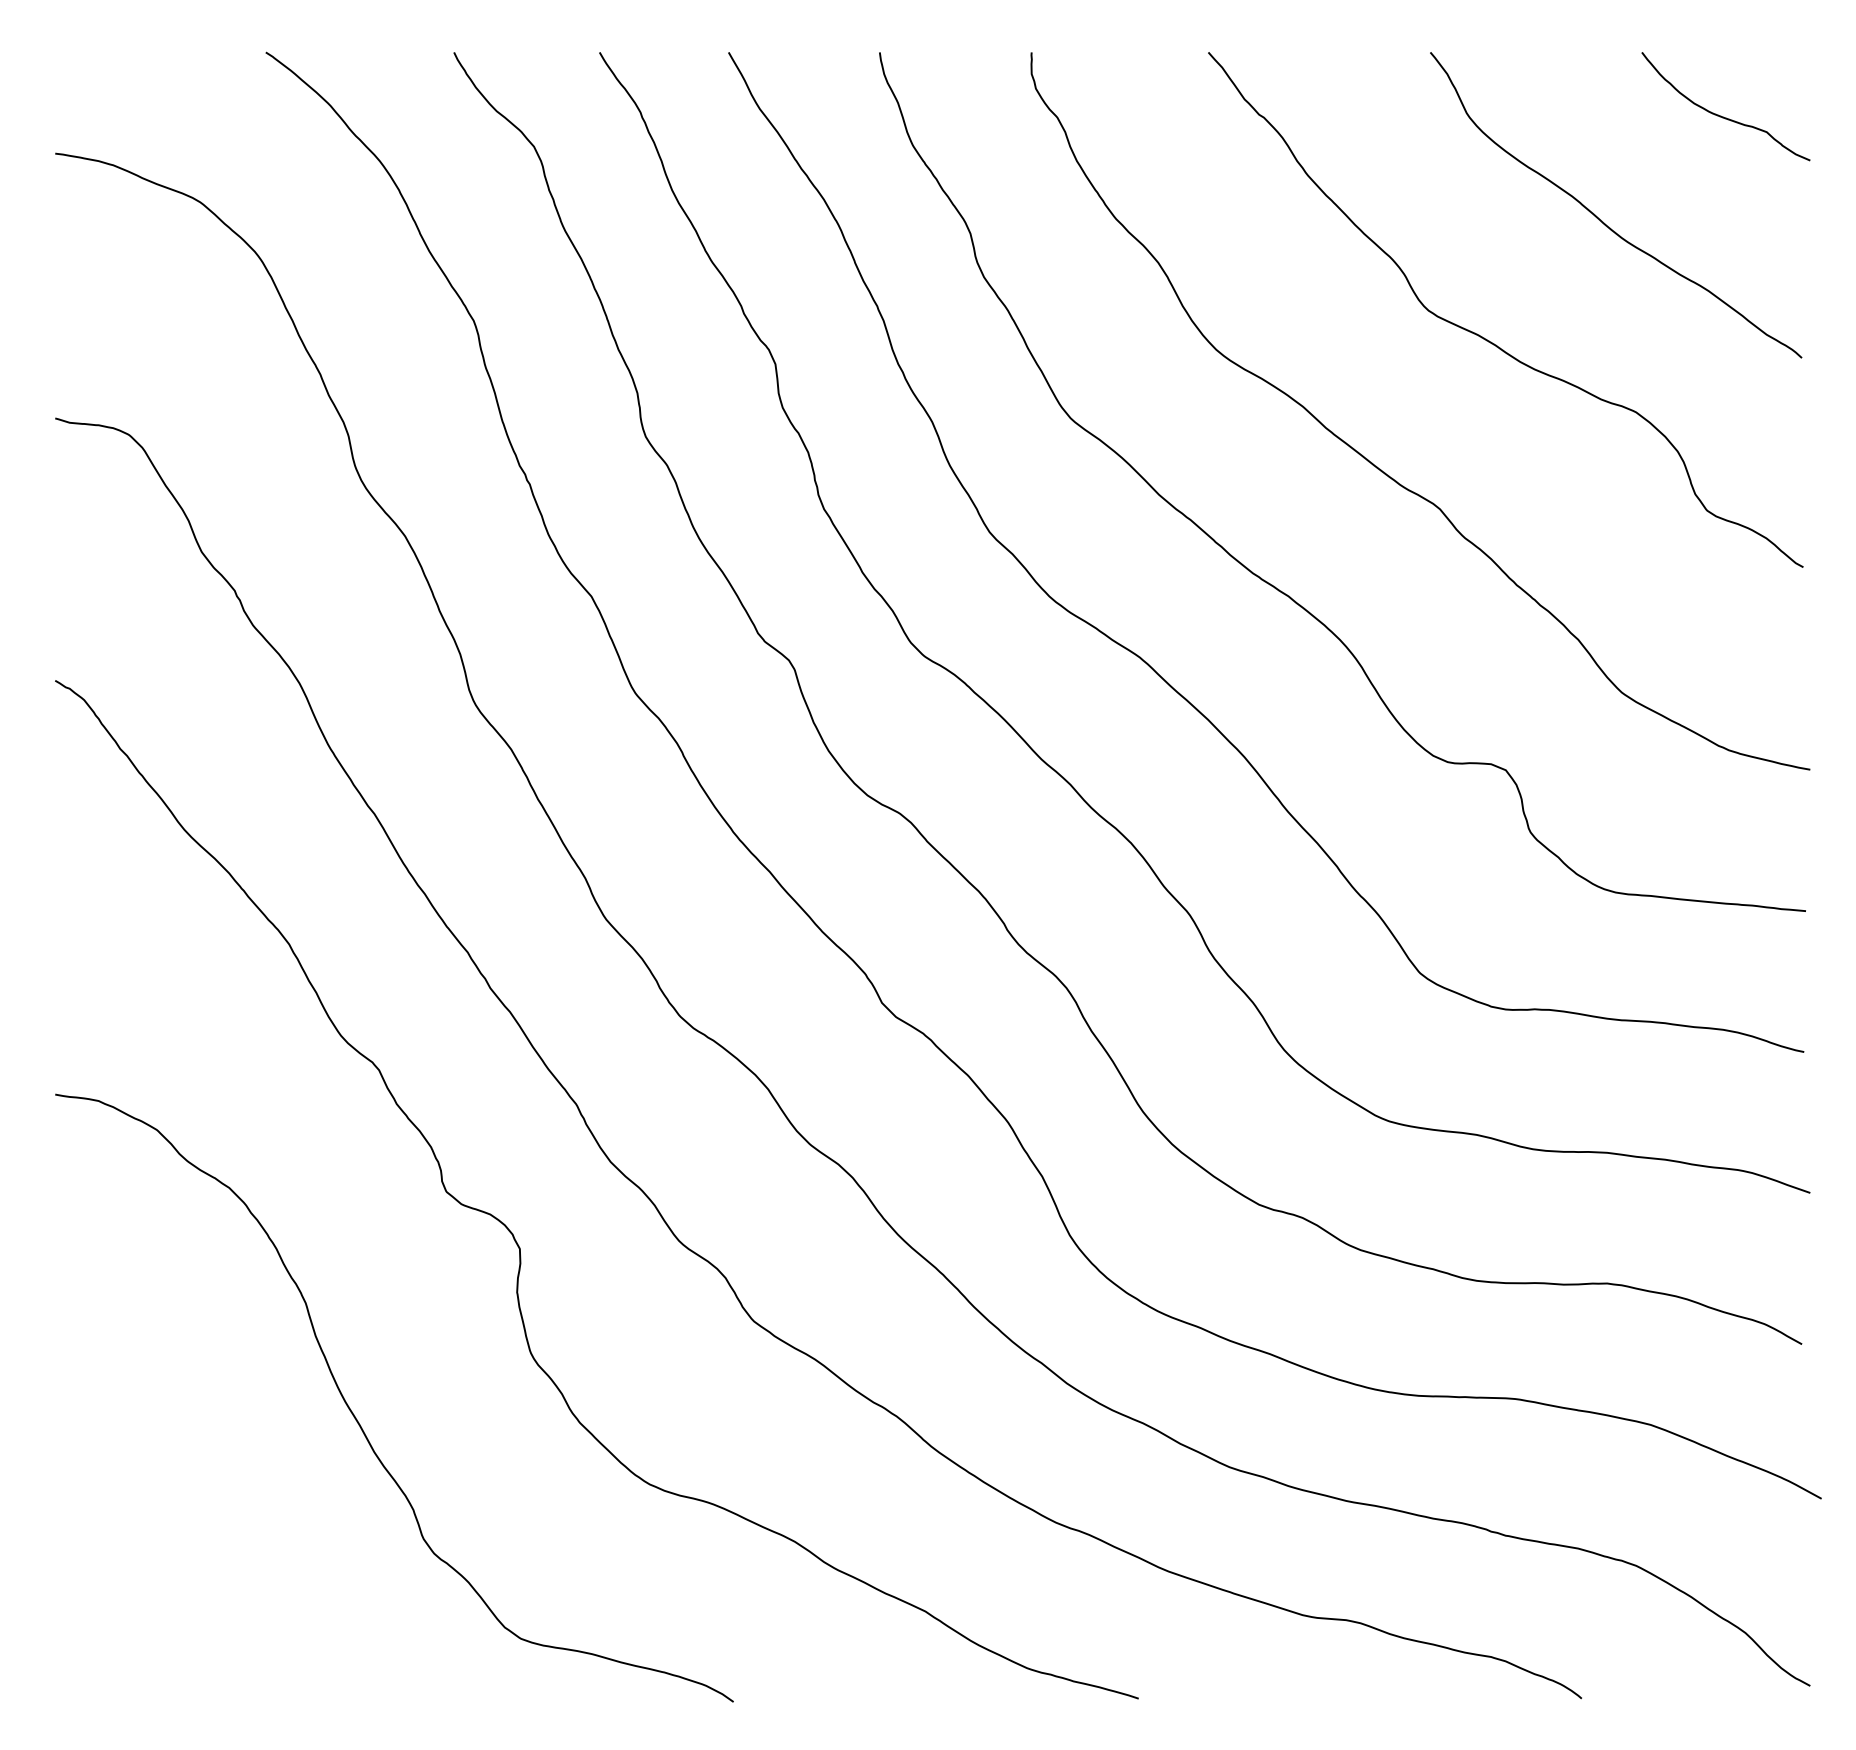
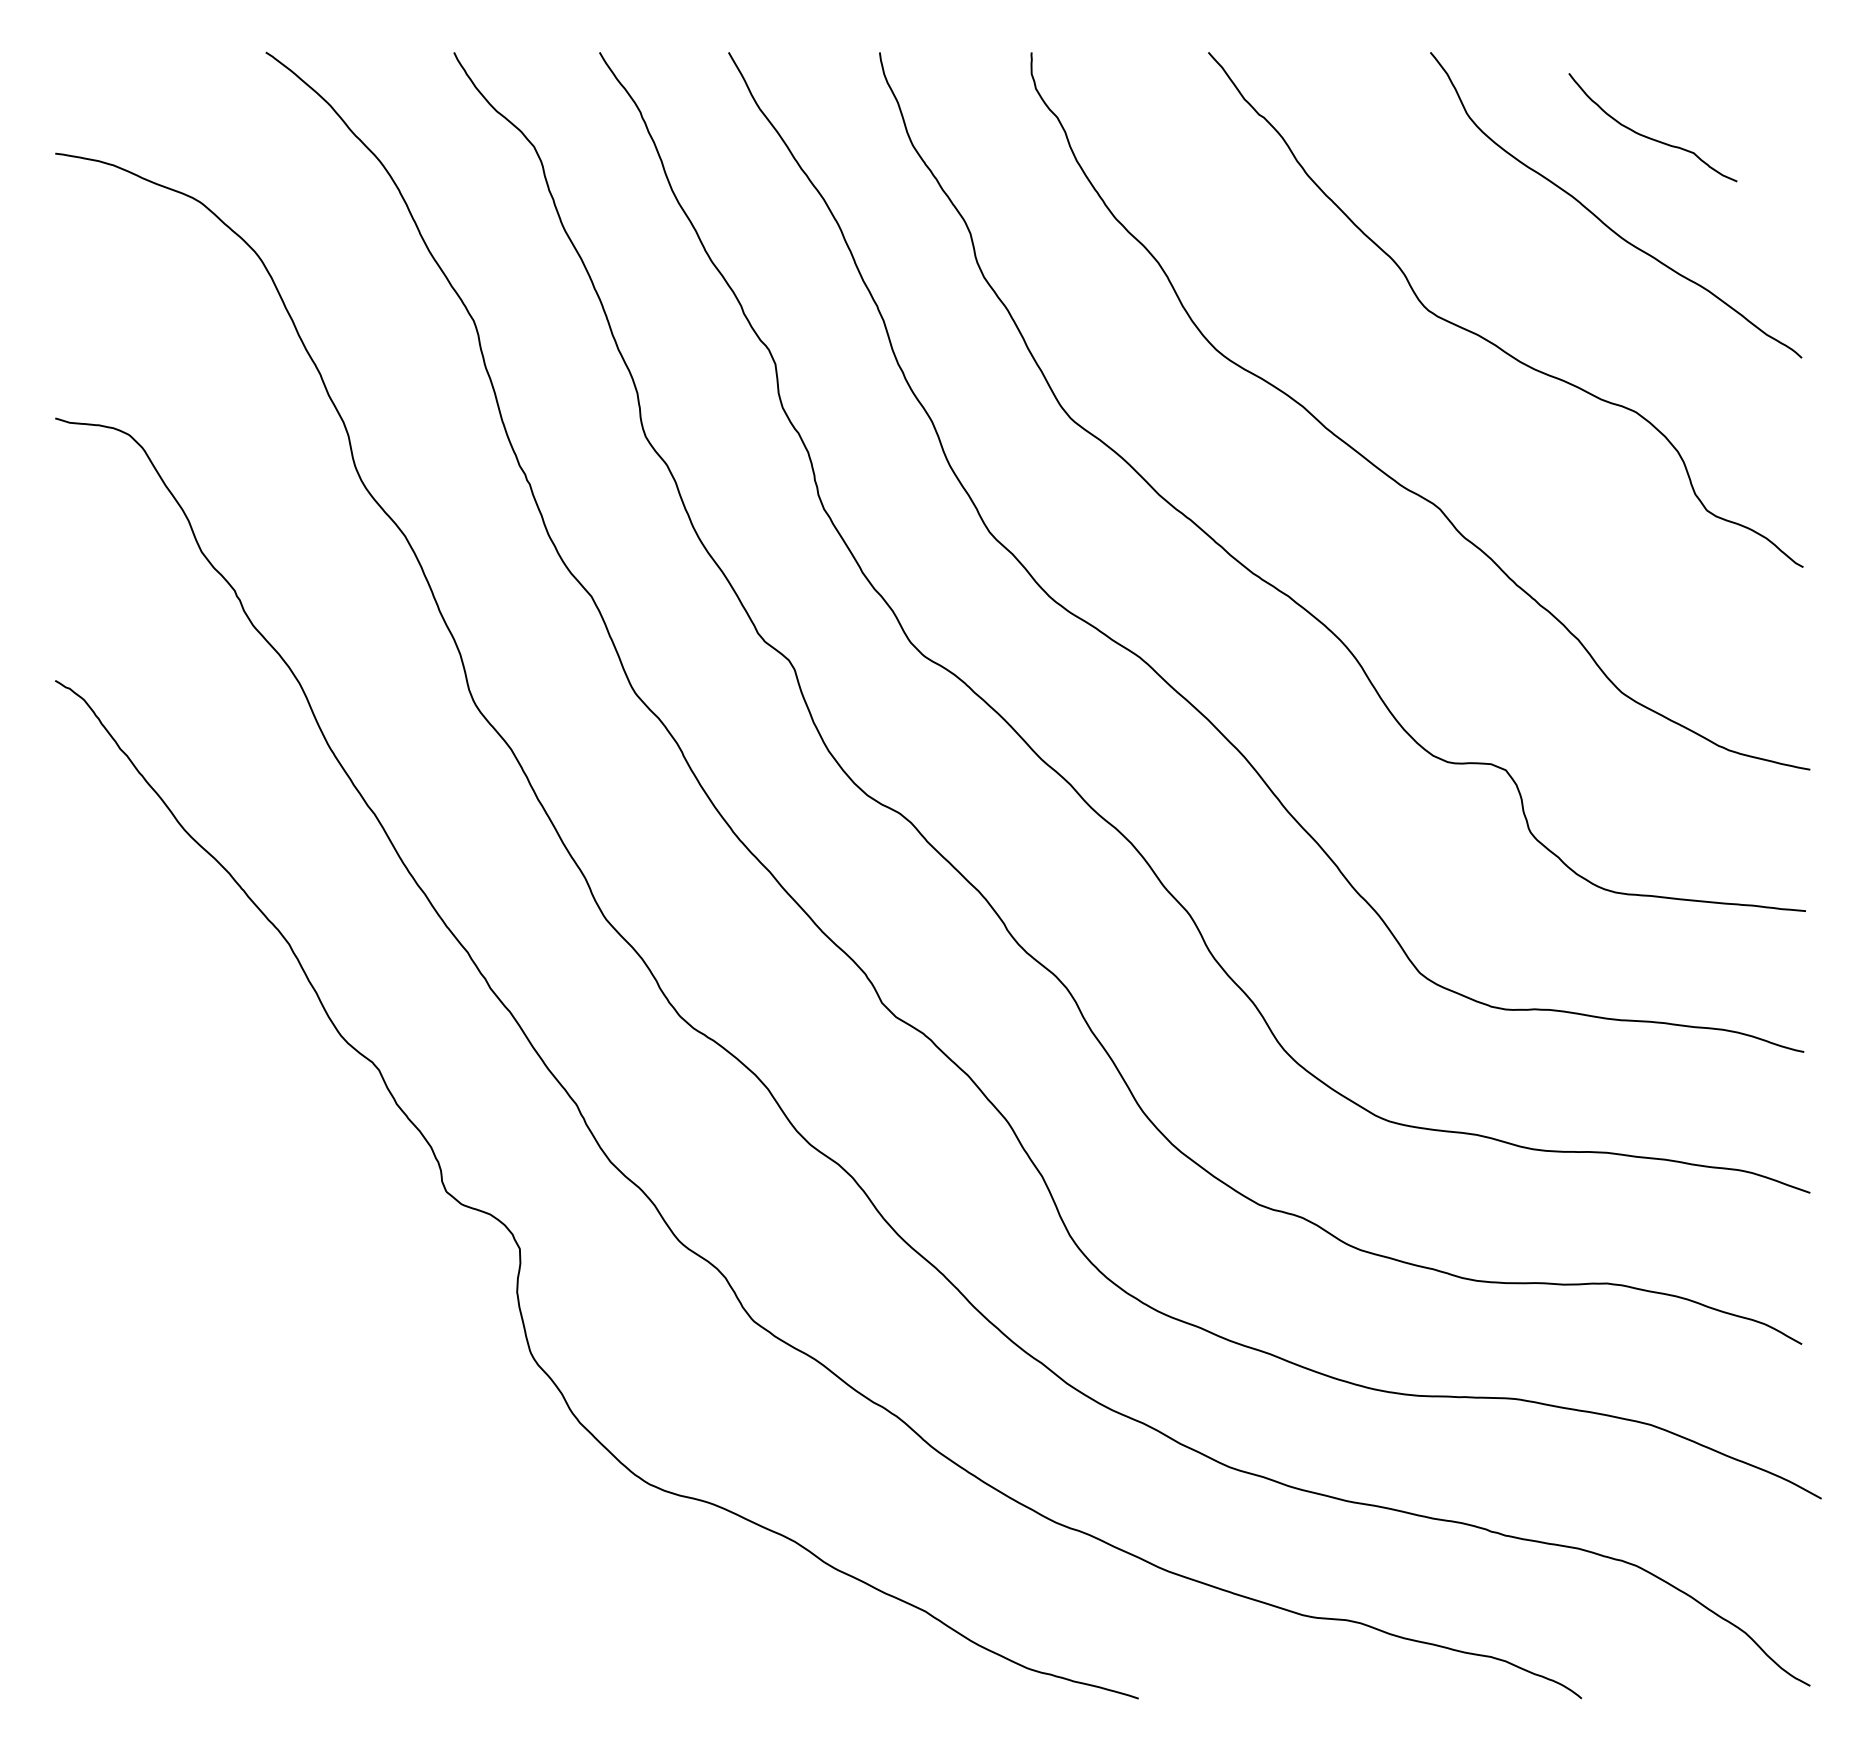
curve at (1721, 115) position: (1721, 115) -> (1648, 136)
curve at (356, 1417): present -> none
